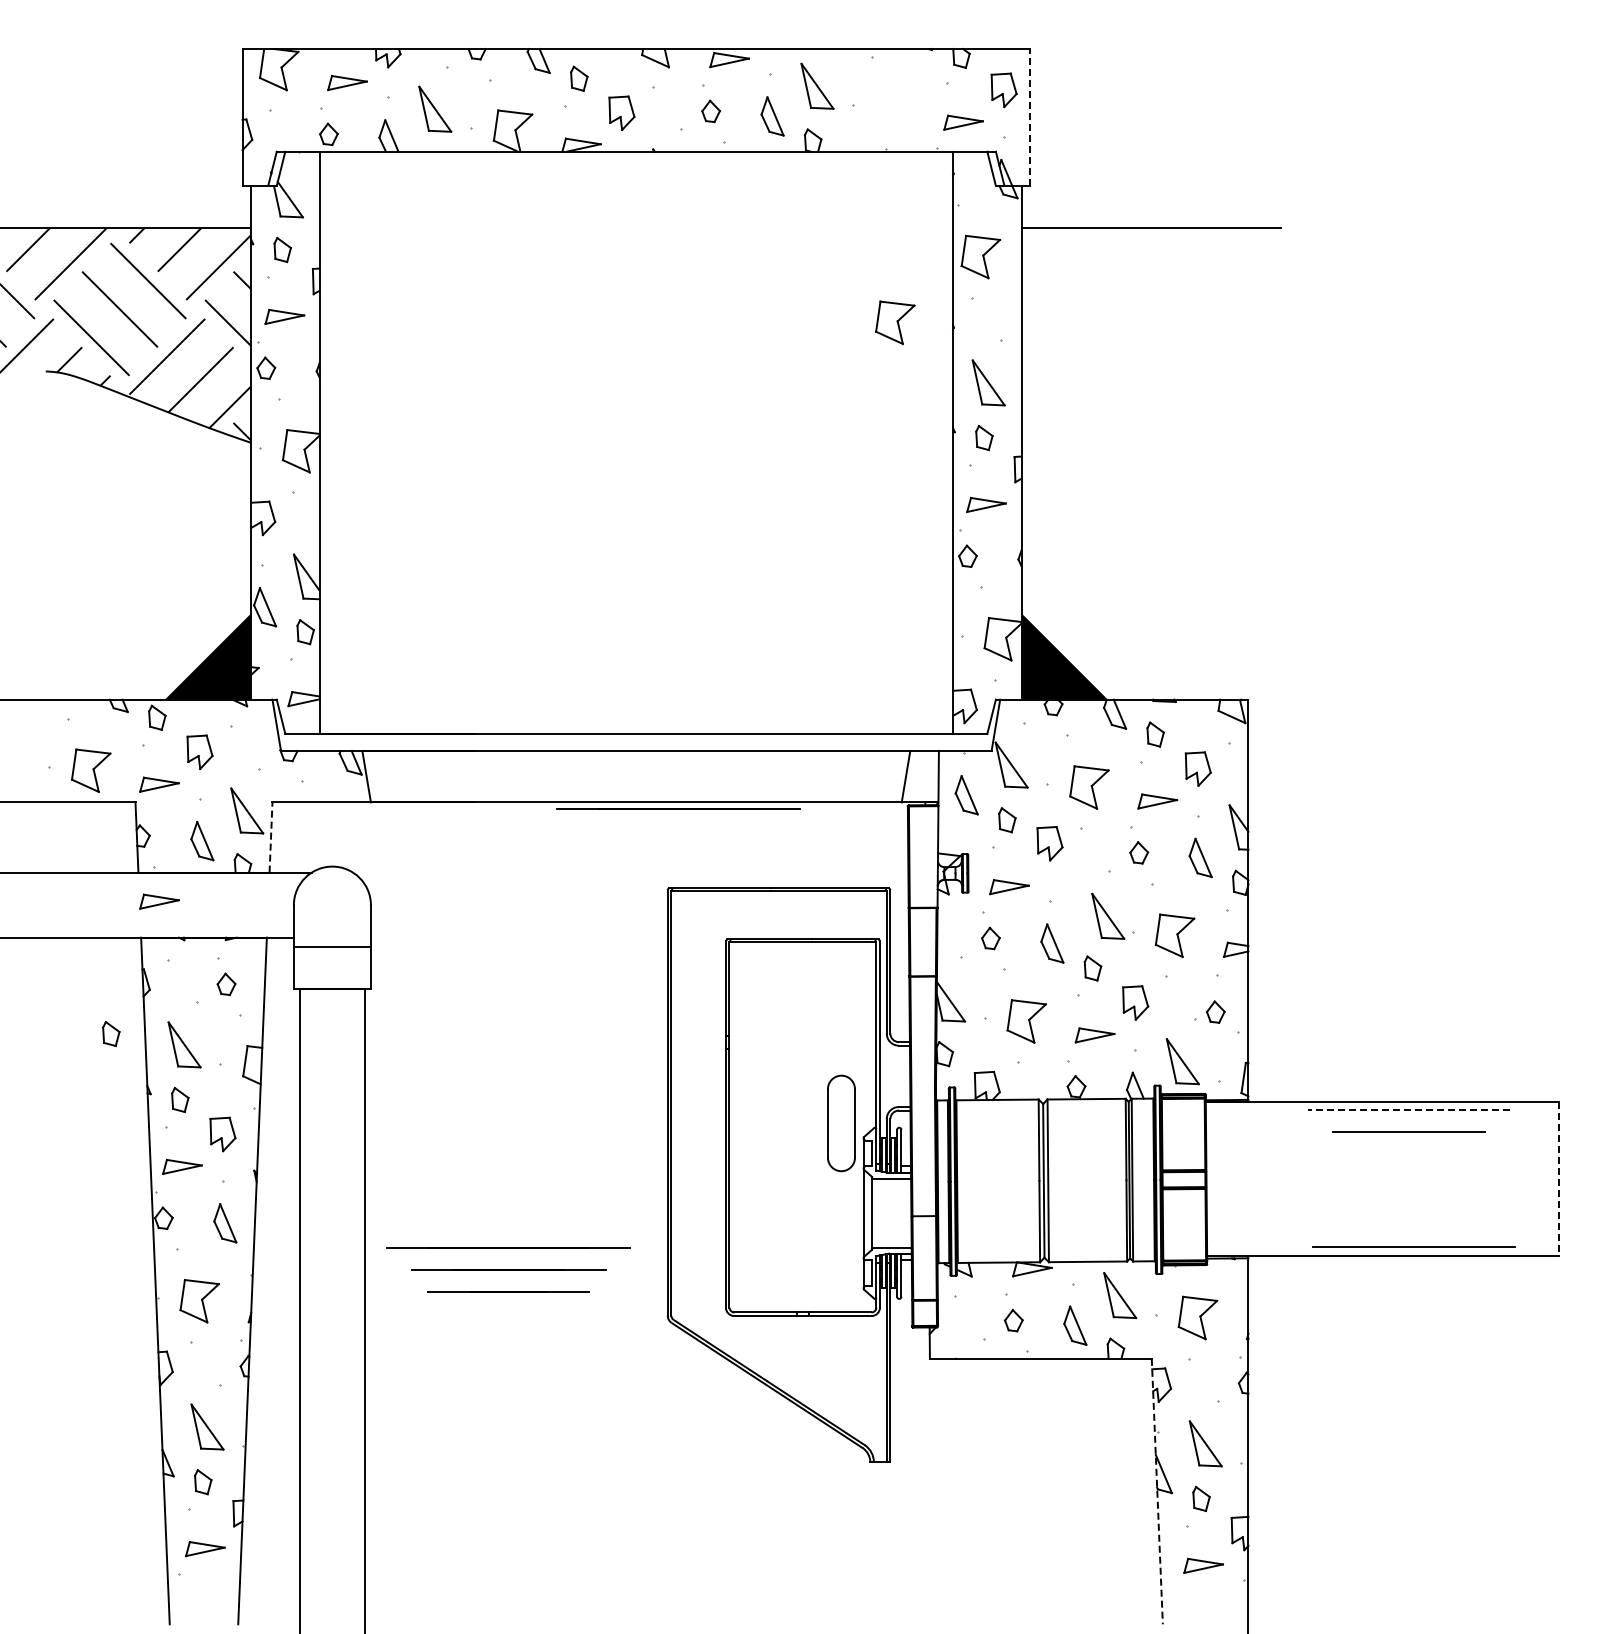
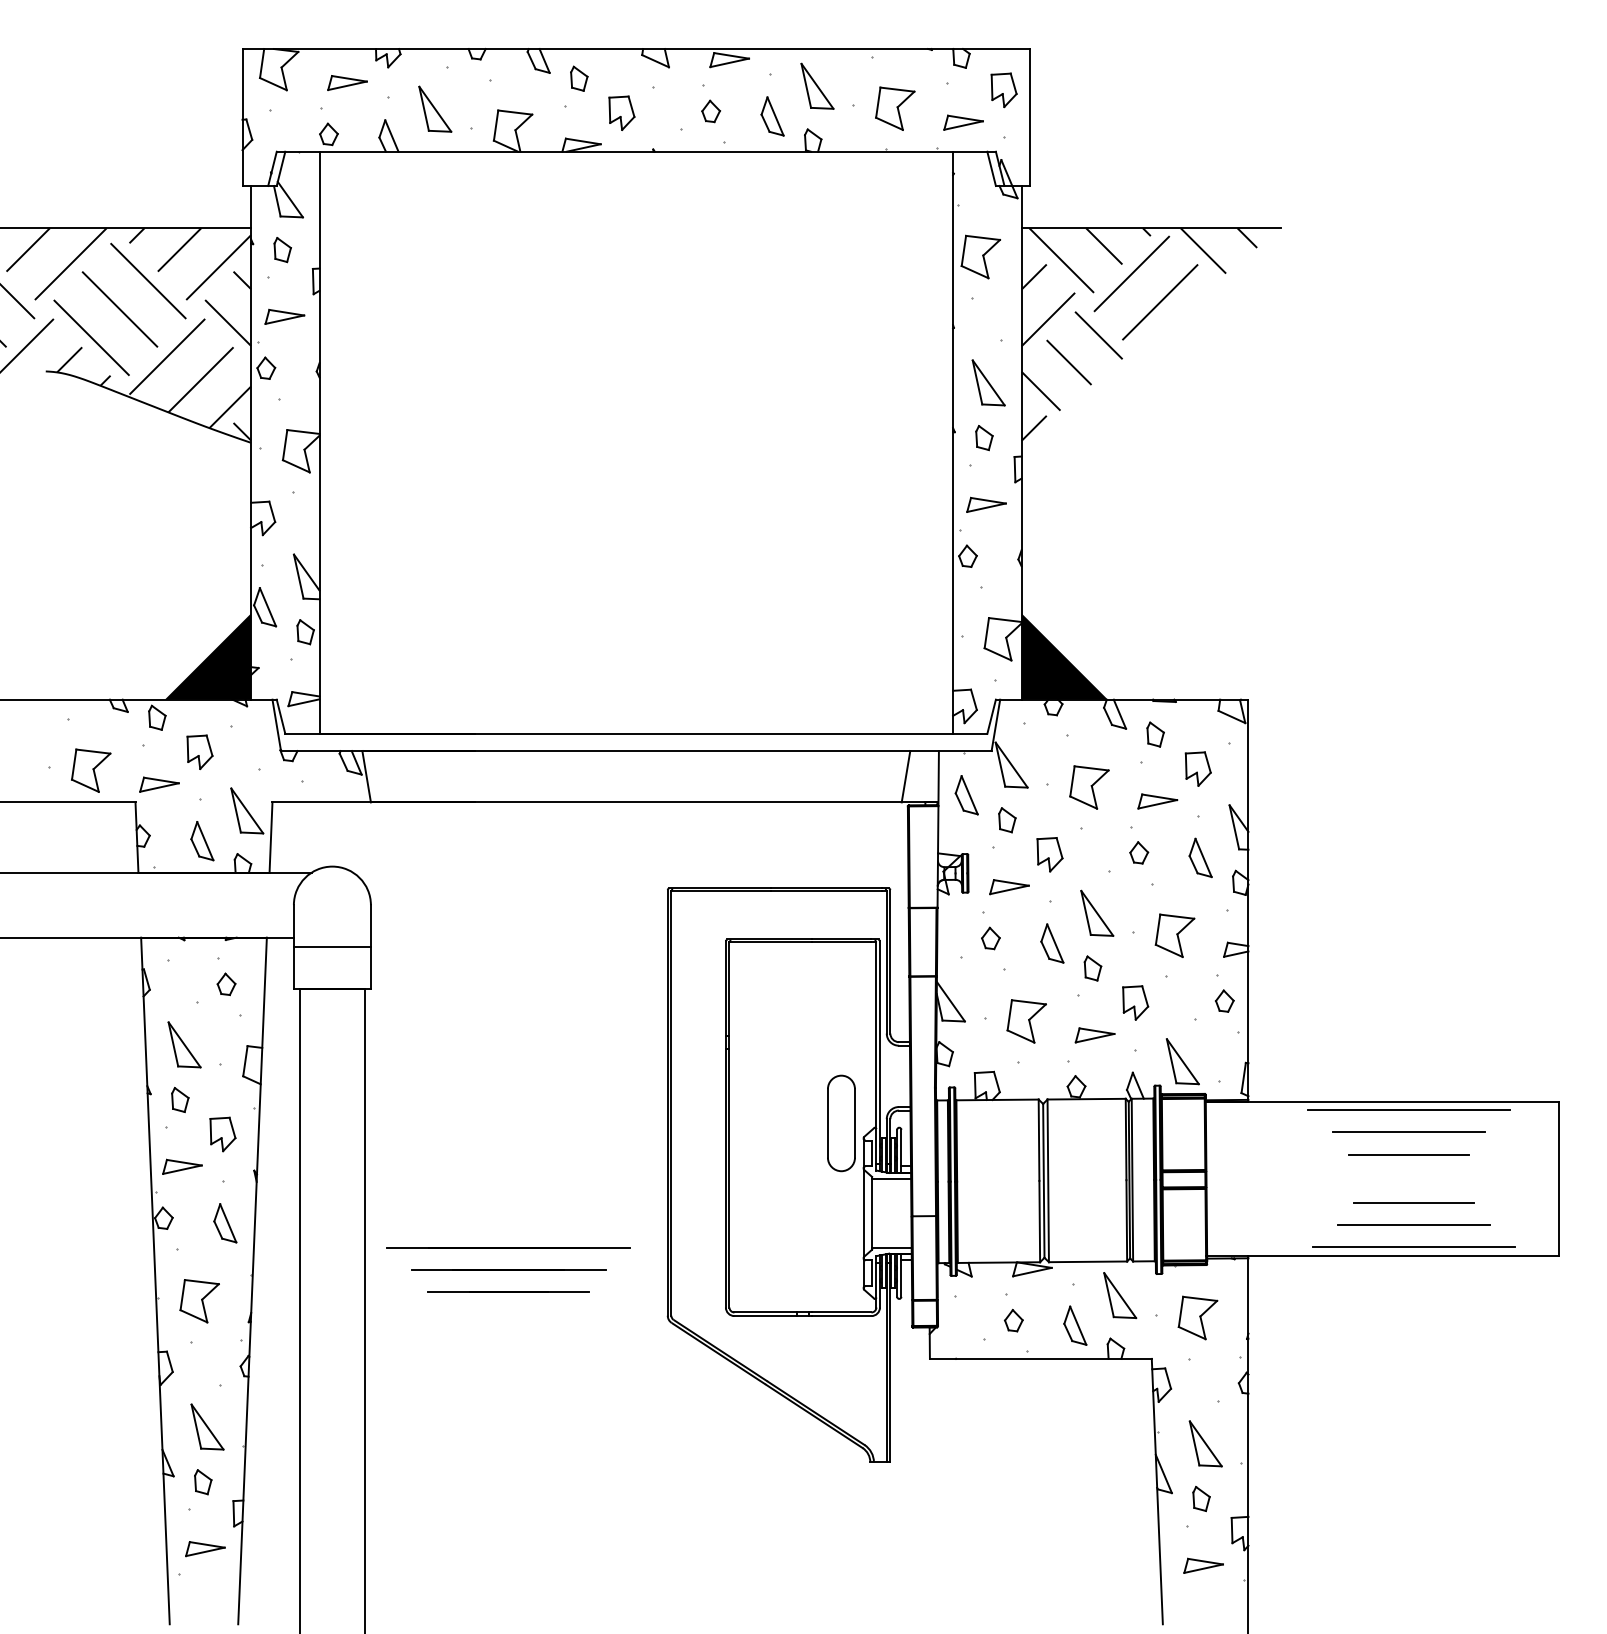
line at (1030, 117): dashed -> solid
part at (895, 322) position: (895, 322) -> (895, 108)
hatch at (1139, 334): none -> present
line at (678, 808): present -> none
line at (271, 837): dashed -> solid
part at (1049, 843) position: (1049, 843) -> (1049, 854)
part at (159, 901): present -> none
part at (1108, 915) position: (1108, 915) -> (1097, 912)
part at (1215, 1011) position: (1215, 1011) -> (1224, 1000)
part at (111, 1033): present -> none
line at (1409, 1110): dashed -> solid
line at (1408, 1154): none -> present
line at (1558, 1179): dashed -> solid
line at (1413, 1202): none -> present
line at (1413, 1225): none -> present
line at (1157, 1491): dashed -> solid
